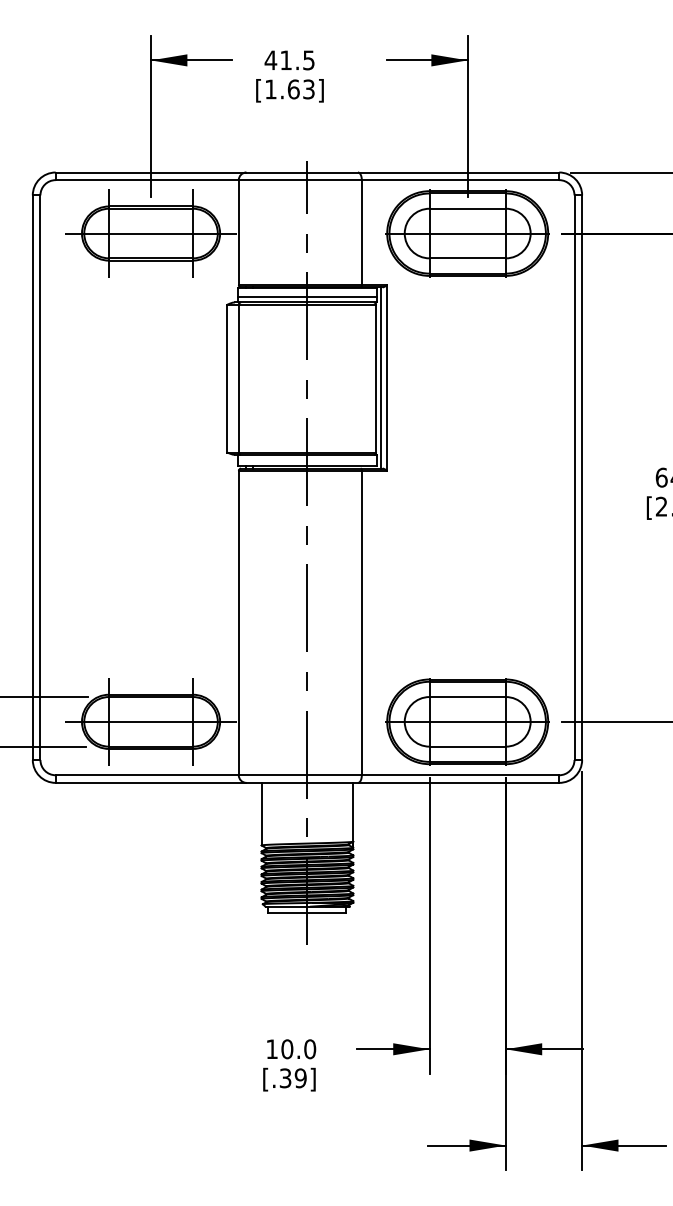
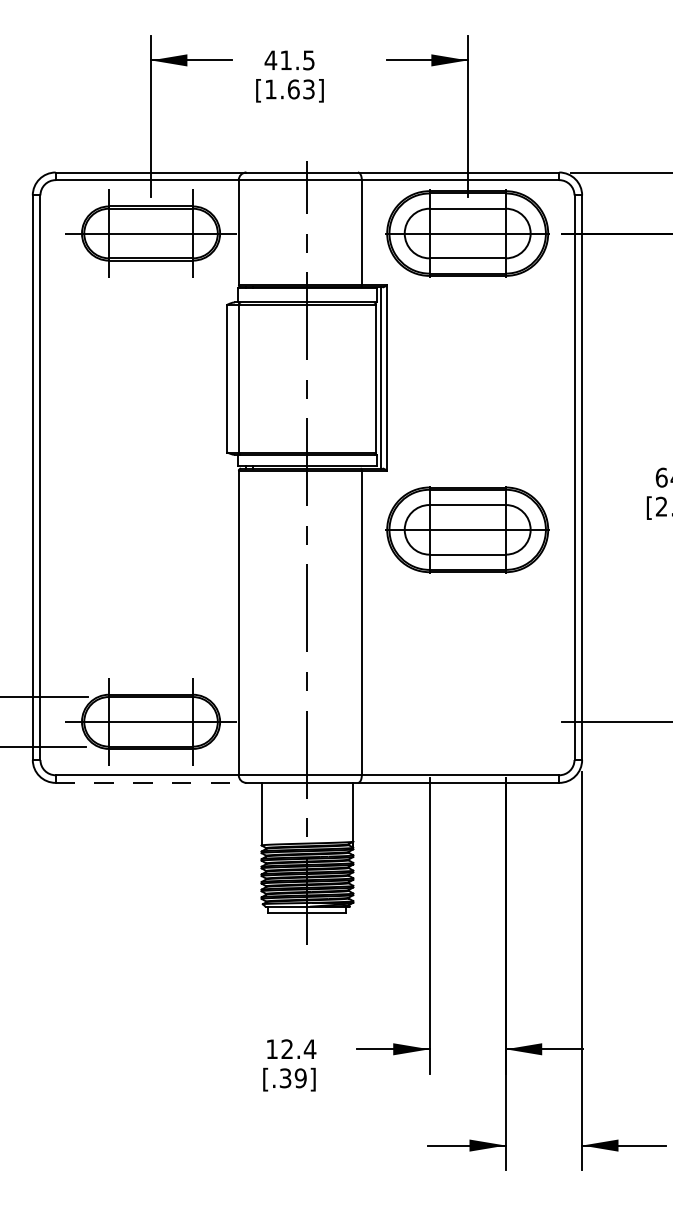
line at (307, 297): present -> none
part at (467, 721) position: (467, 721) -> (467, 529)
line at (150, 782): solid -> dashed
text at (298, 1049): 10.0 -> 12.4
